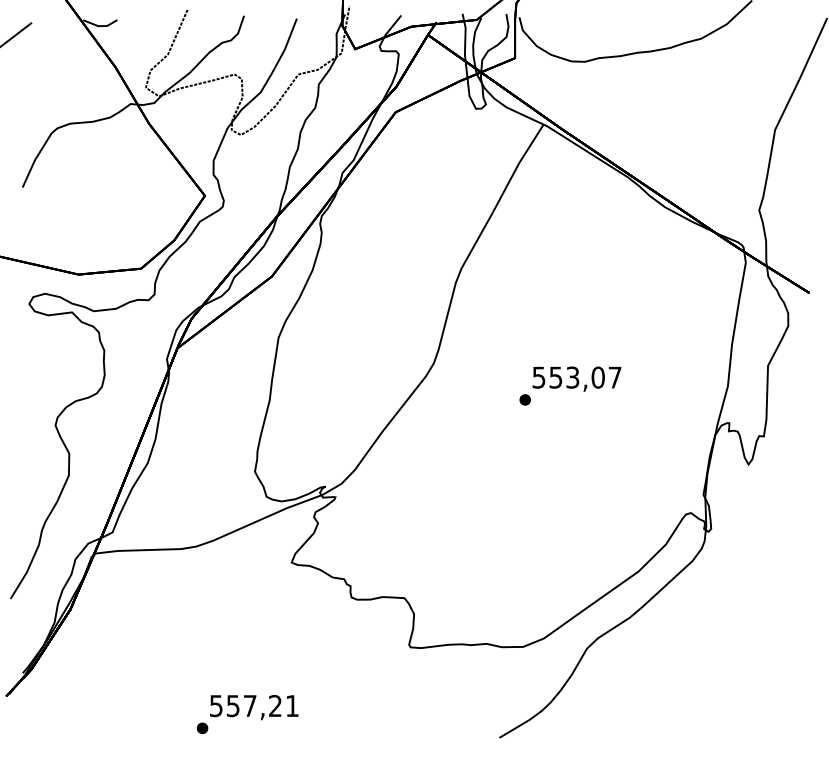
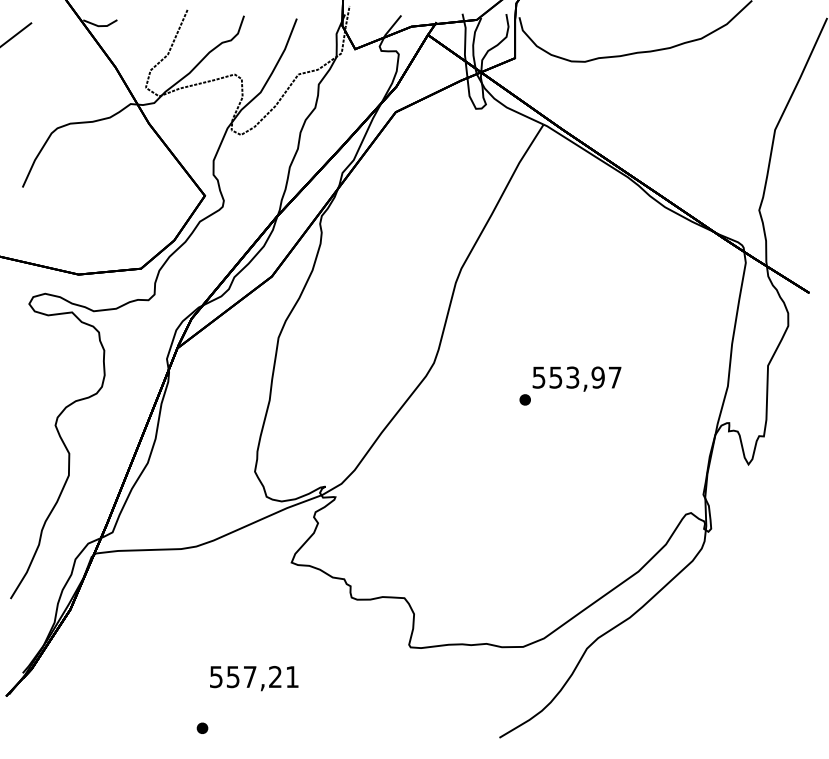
text at (597, 377): 553,07 -> 553,97
text at (254, 707) position: (254, 707) -> (254, 678)
